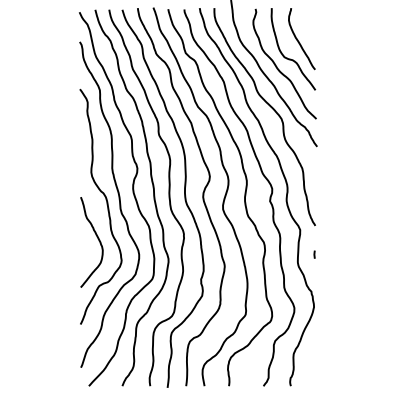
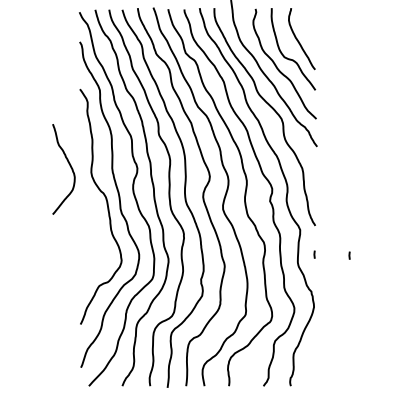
curve at (96, 237) position: (96, 237) -> (68, 164)
line at (349, 255): none -> present
